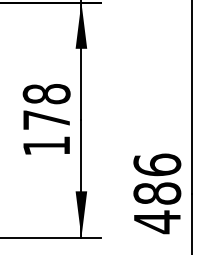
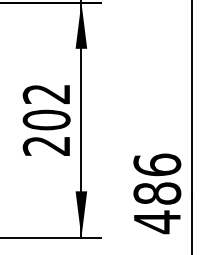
text at (46, 119): 178 -> 202
